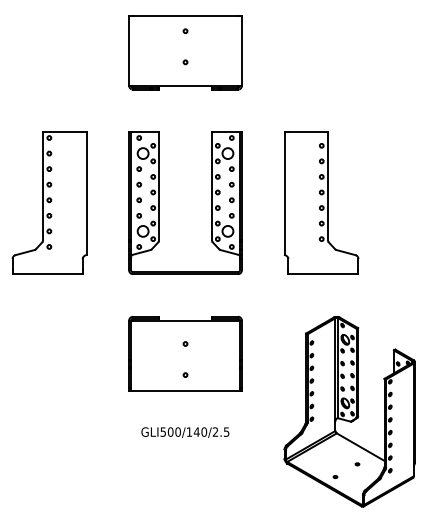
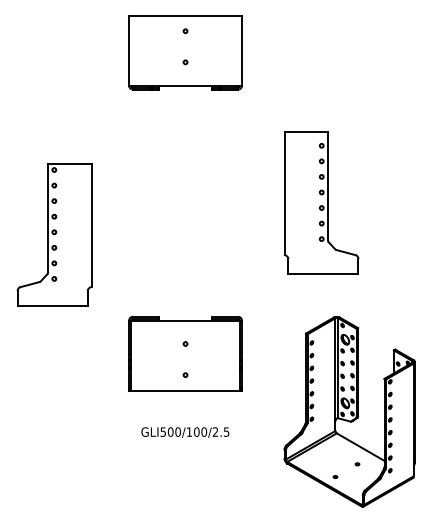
part at (49, 202) position: (49, 202) -> (54, 234)
part at (159, 202): present -> none
text at (196, 431): GLI500/140/2.5 -> GLI500/100/2.5
